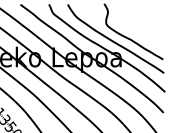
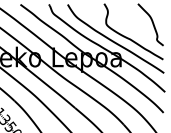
curve at (152, 24): none -> present
